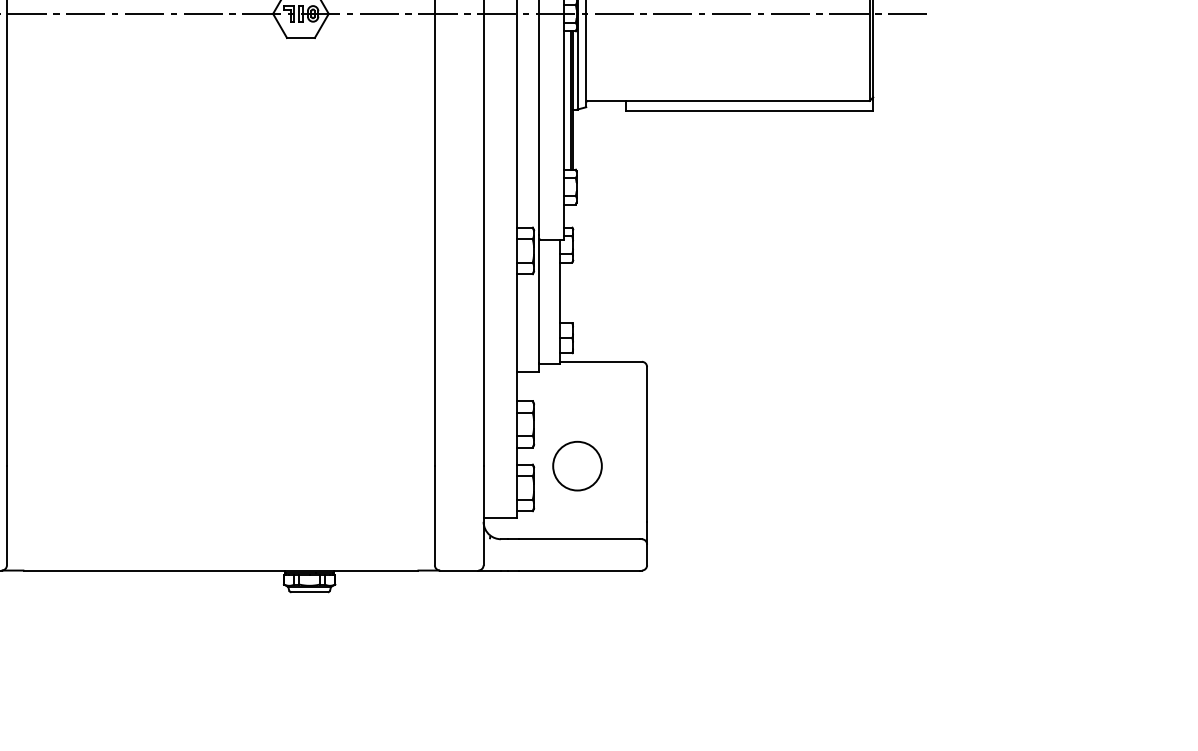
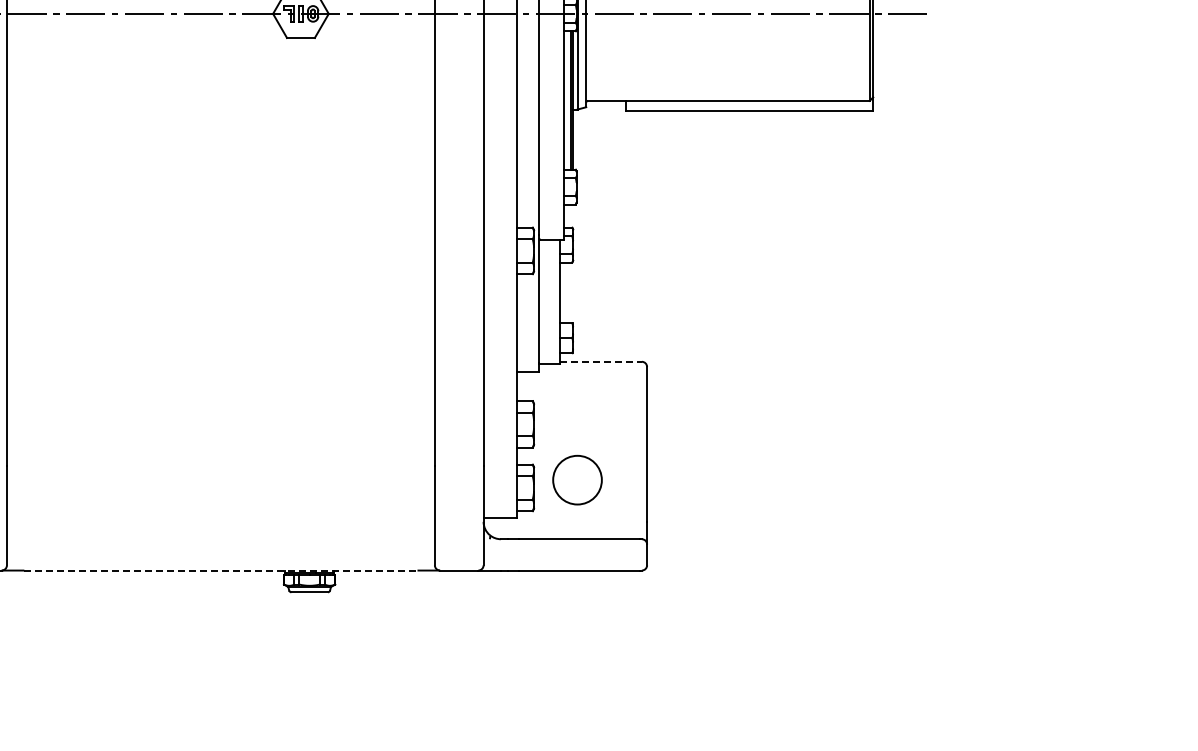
line at (601, 361): solid -> dashed
circle at (577, 465) position: (577, 465) -> (577, 479)
line at (220, 570): solid -> dashed
